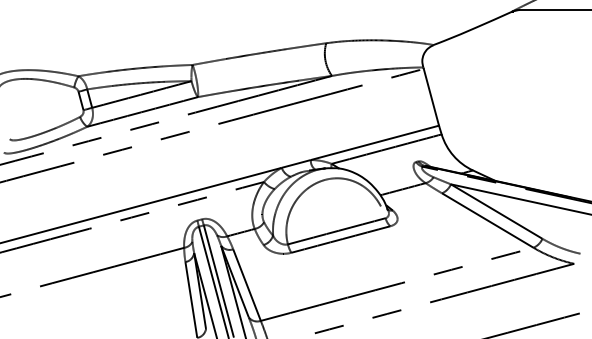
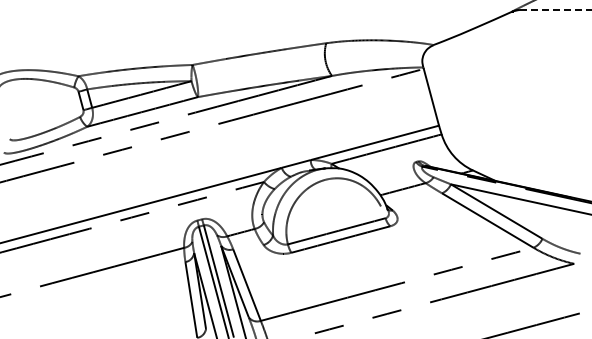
line at (555, 10): solid -> dashed
